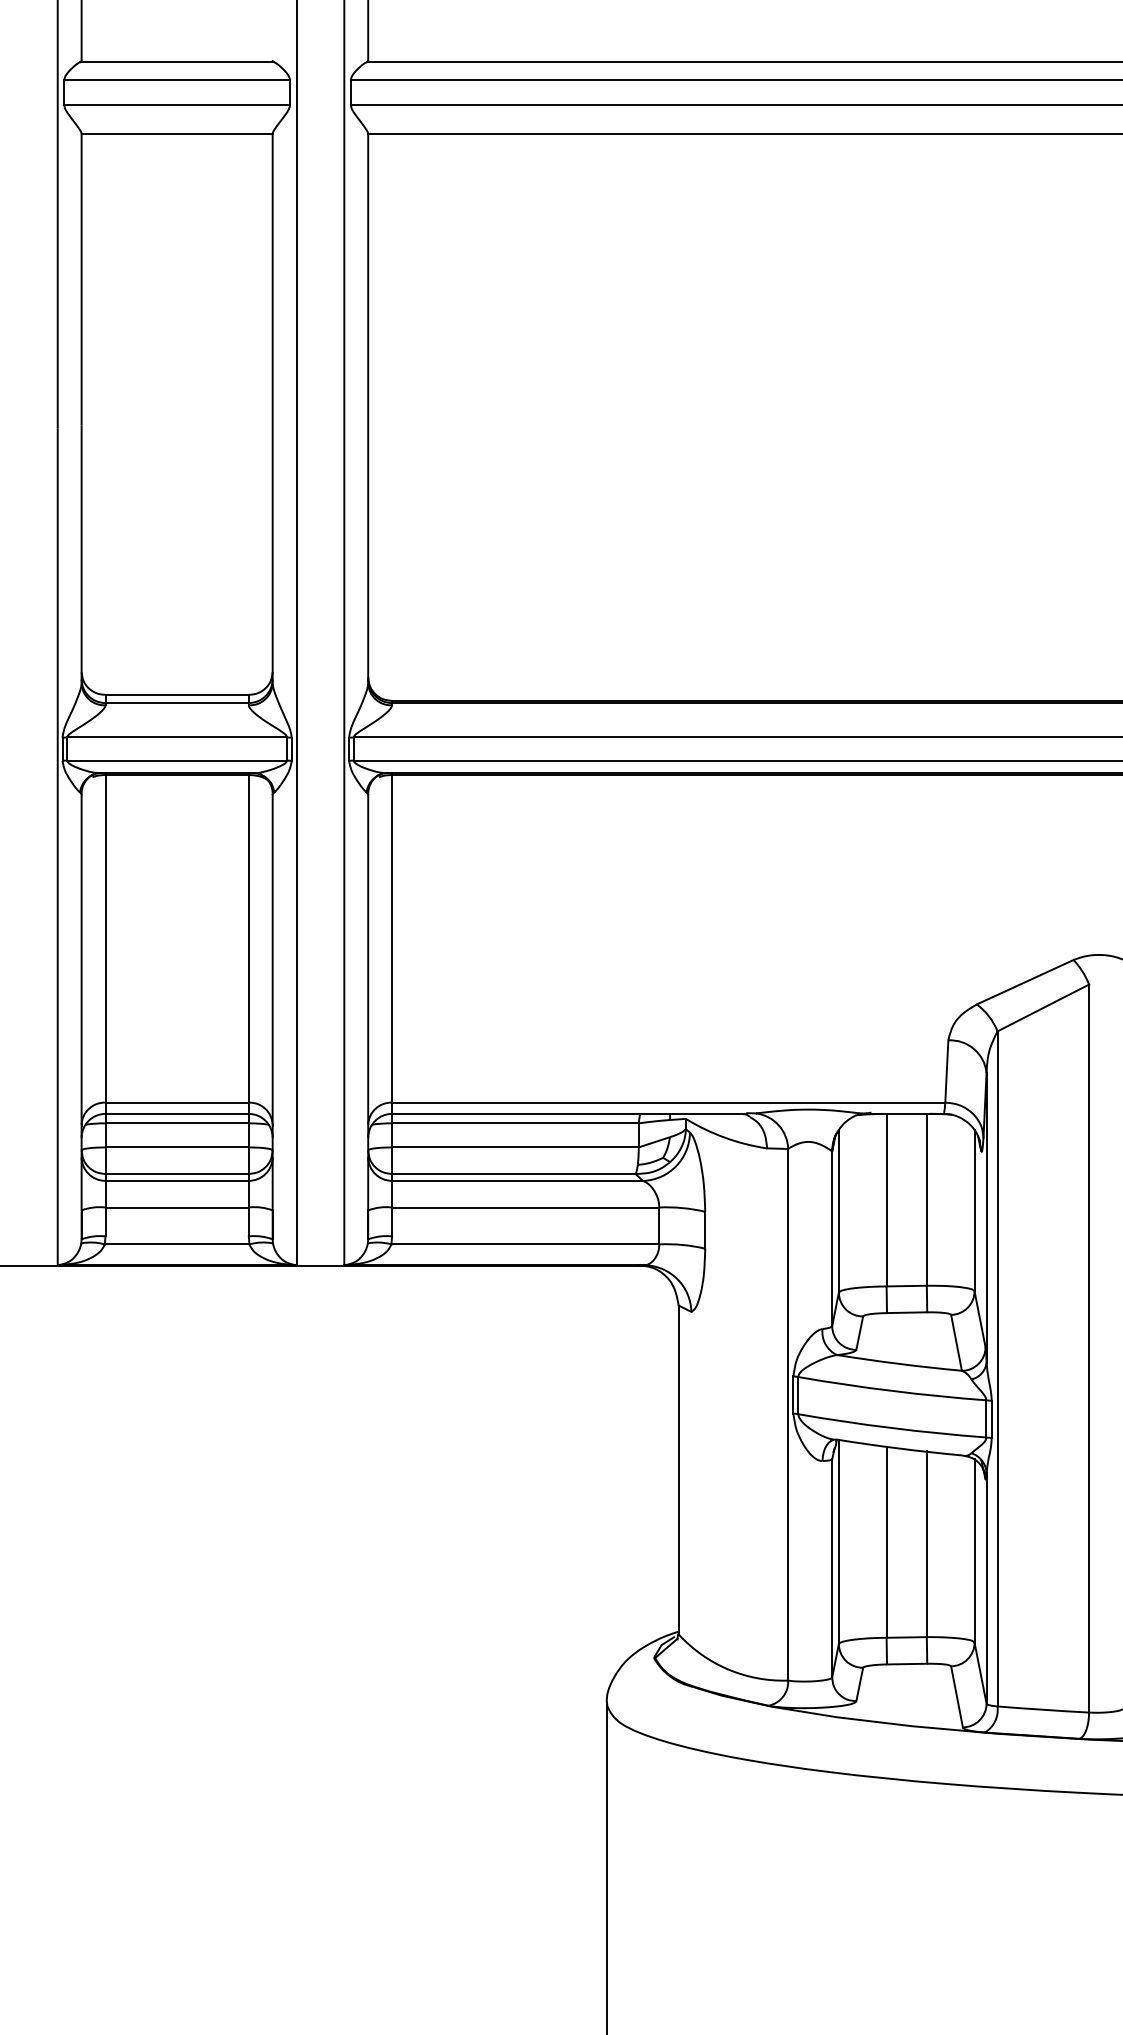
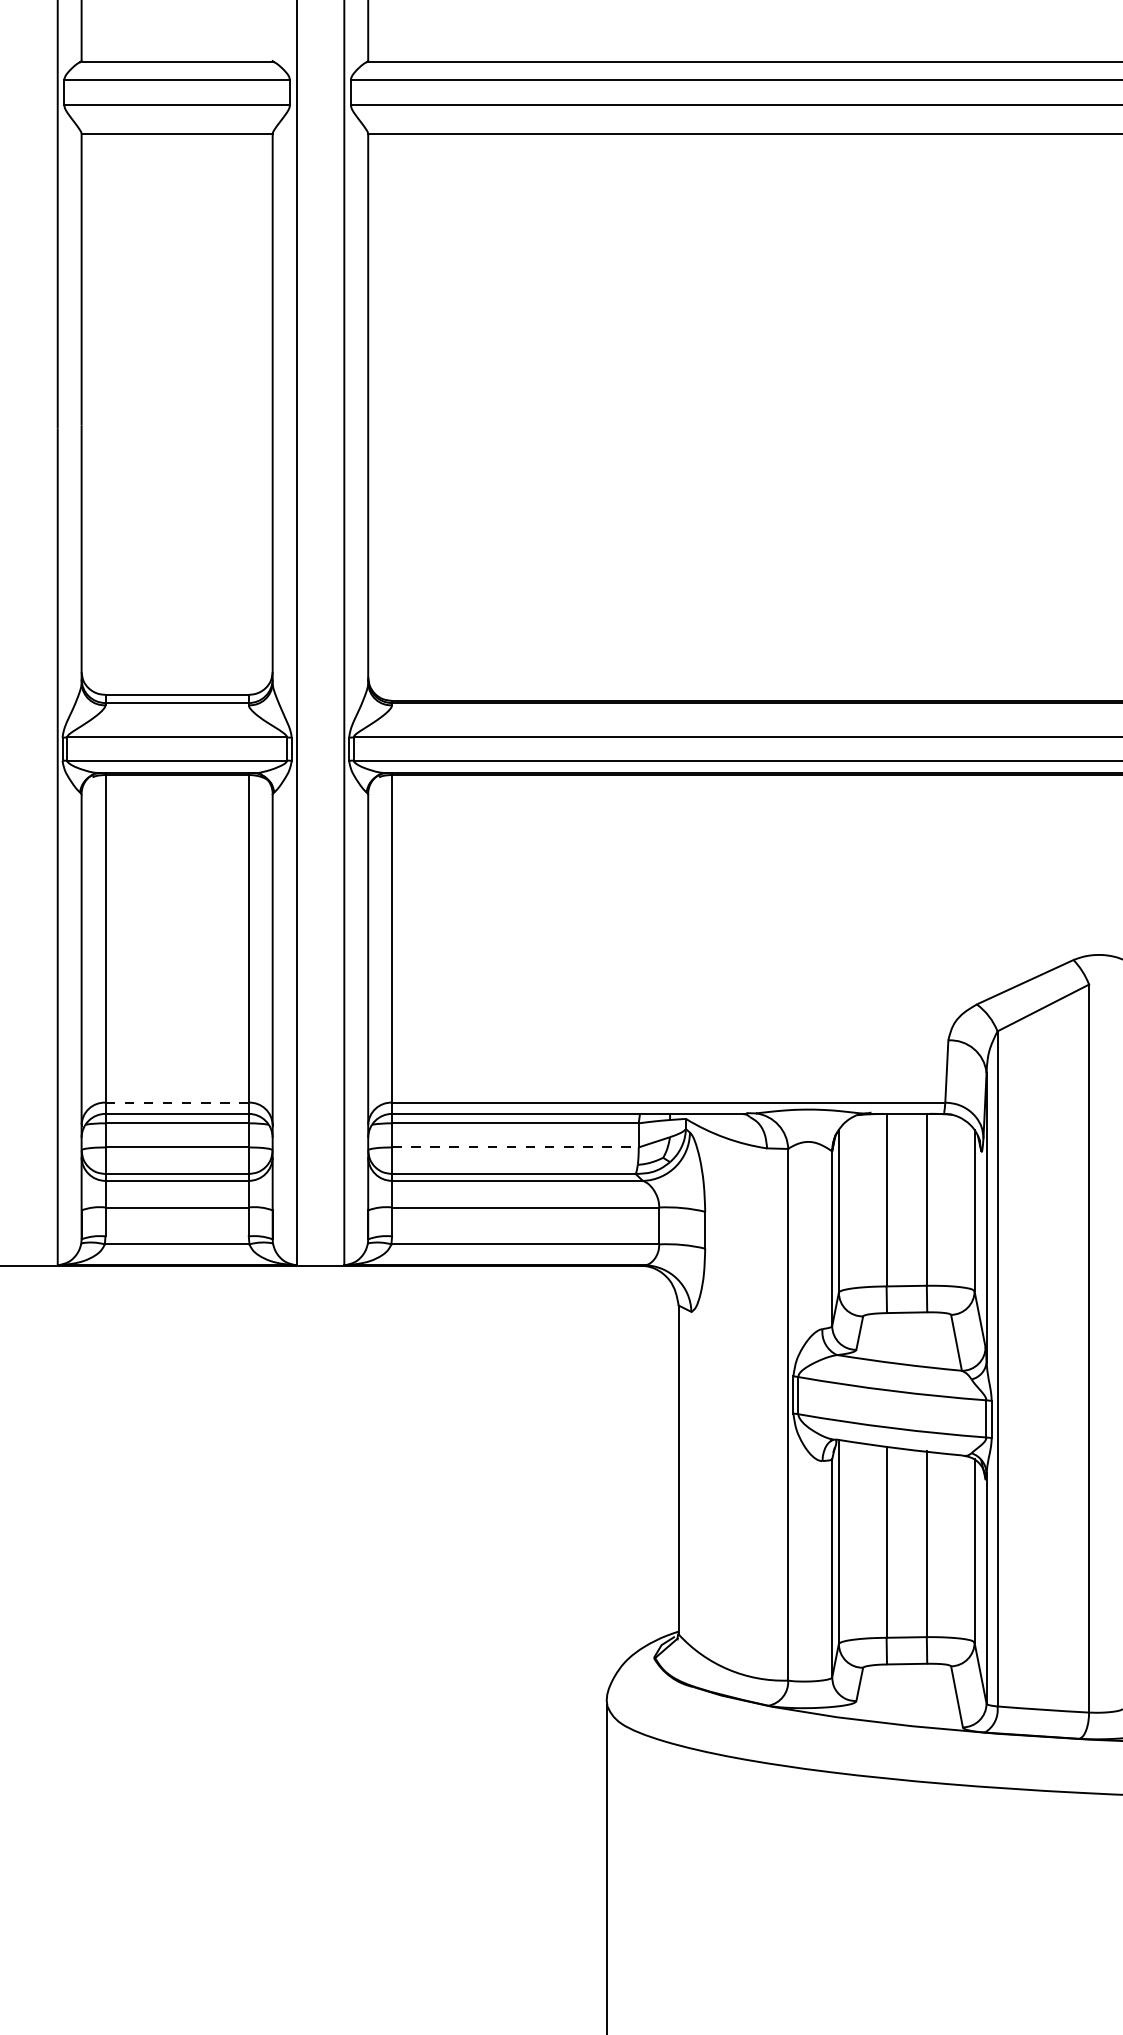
line at (177, 1102): solid -> dashed
line at (515, 1147): solid -> dashed
